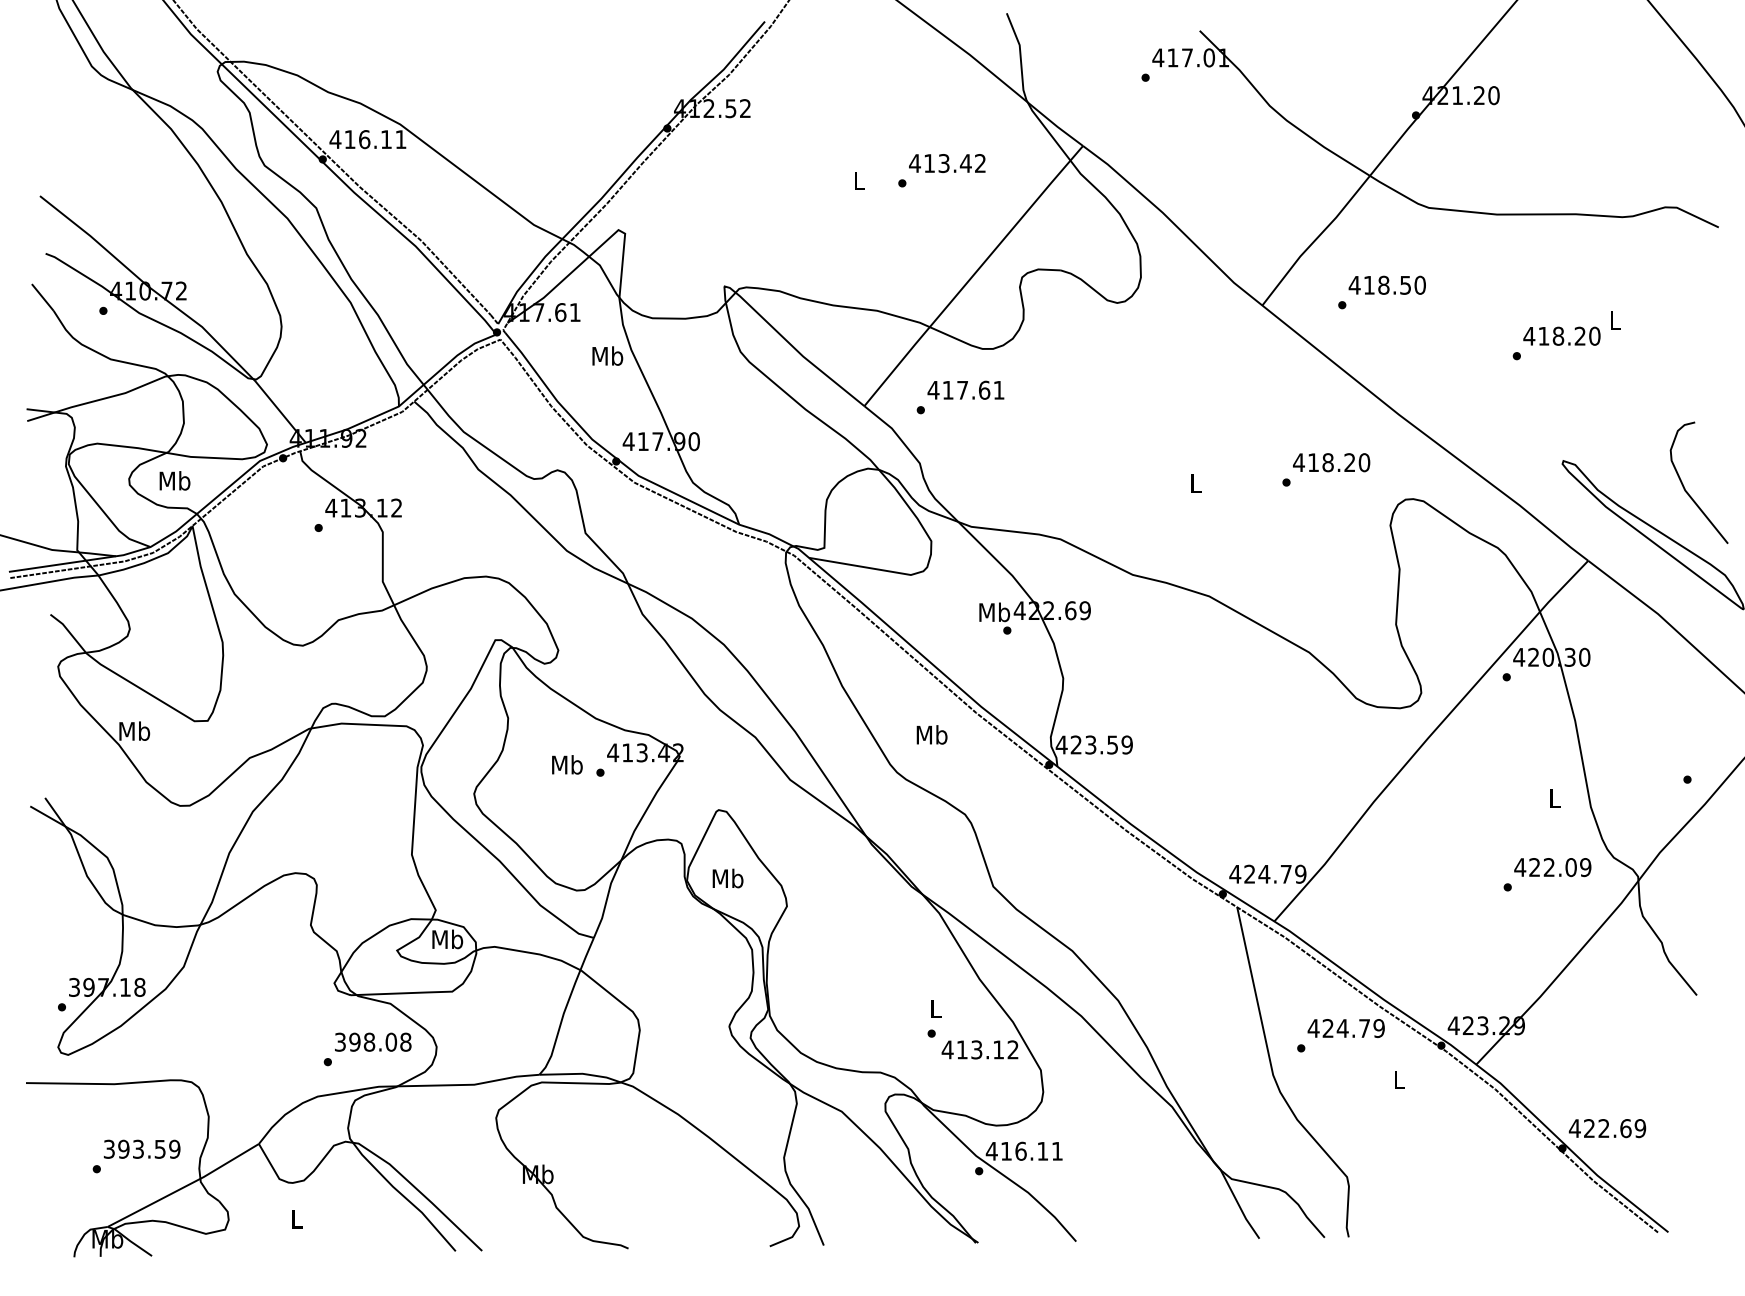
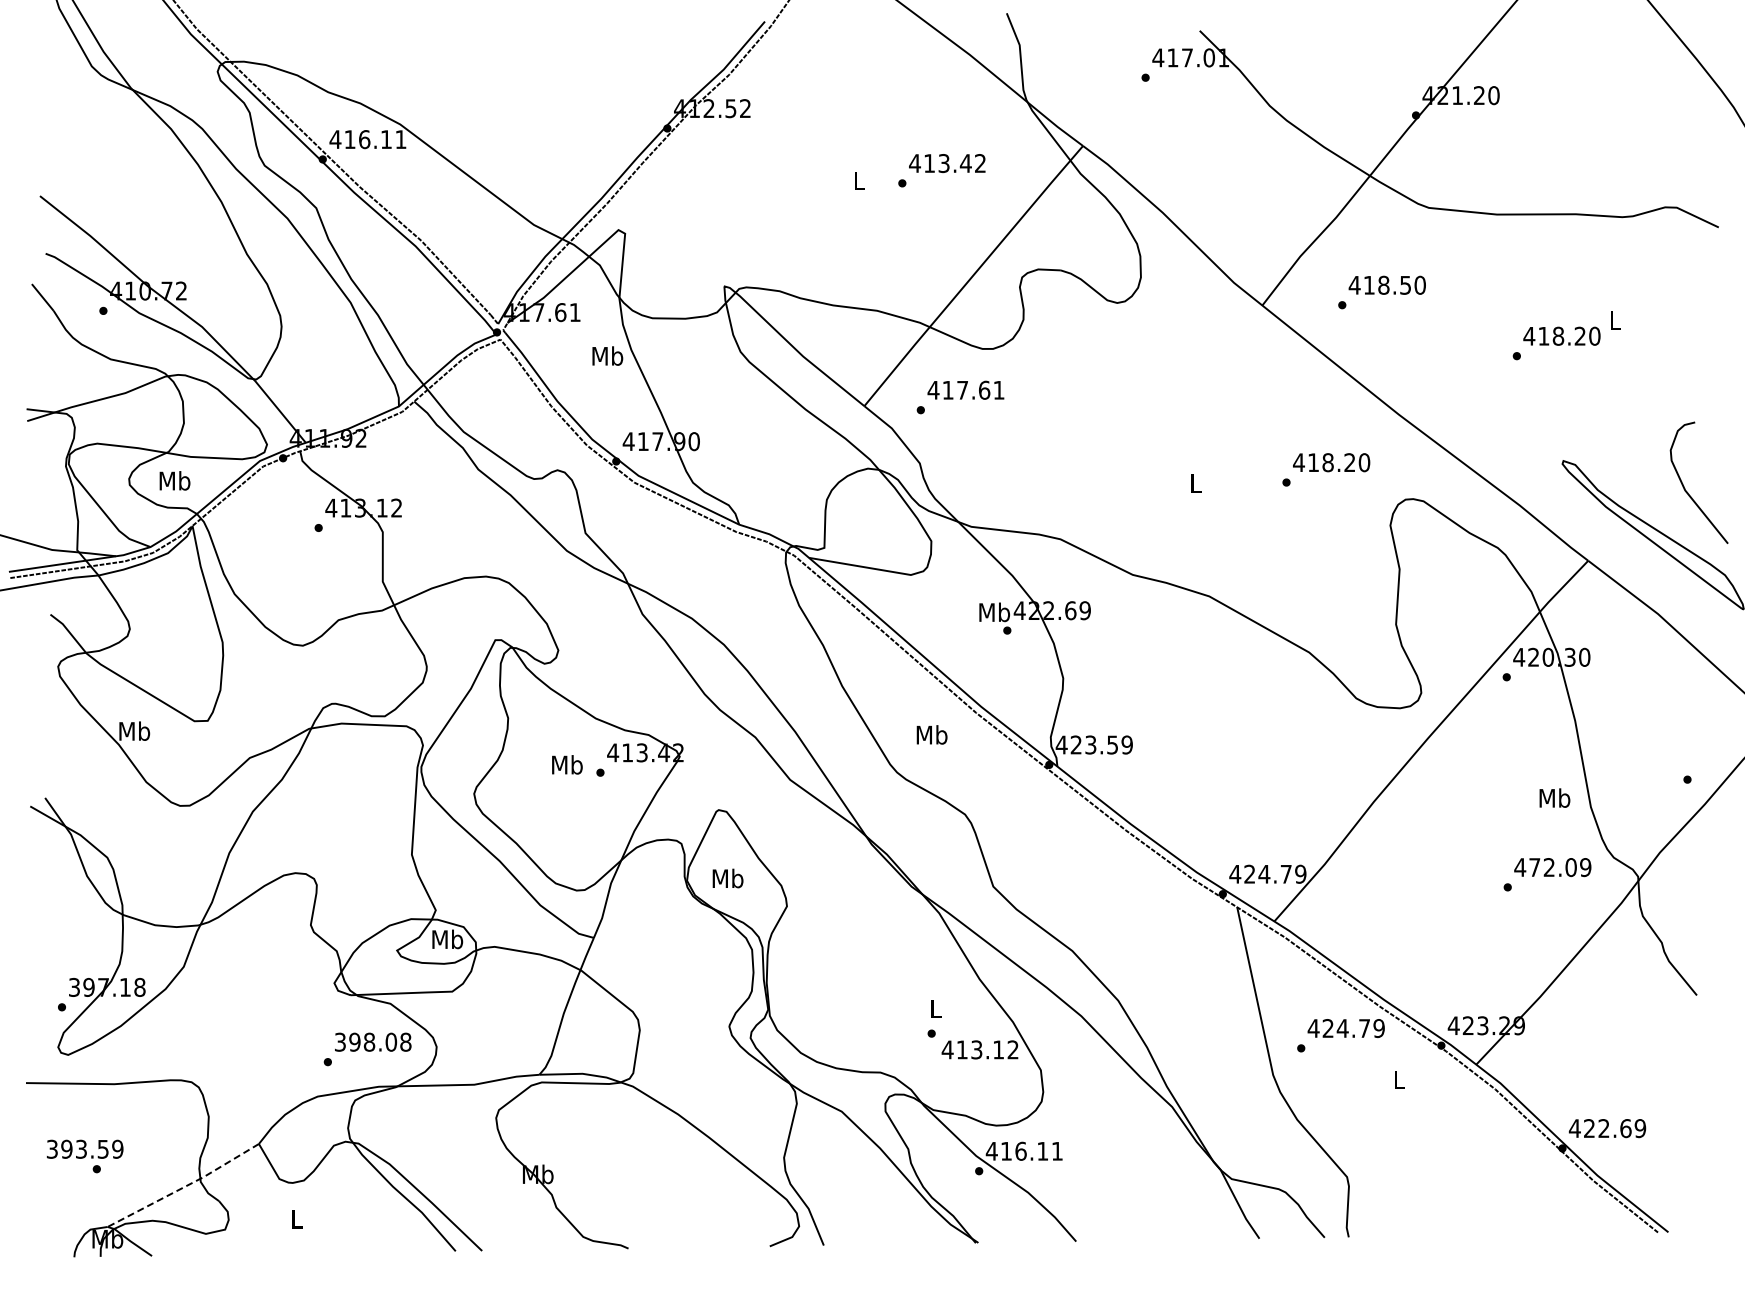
text at (1554, 797): L -> Mb
text at (1534, 867): 422.09 -> 472.09
text at (141, 1148) position: (141, 1148) -> (84, 1148)
line at (184, 1187): solid -> dashed
